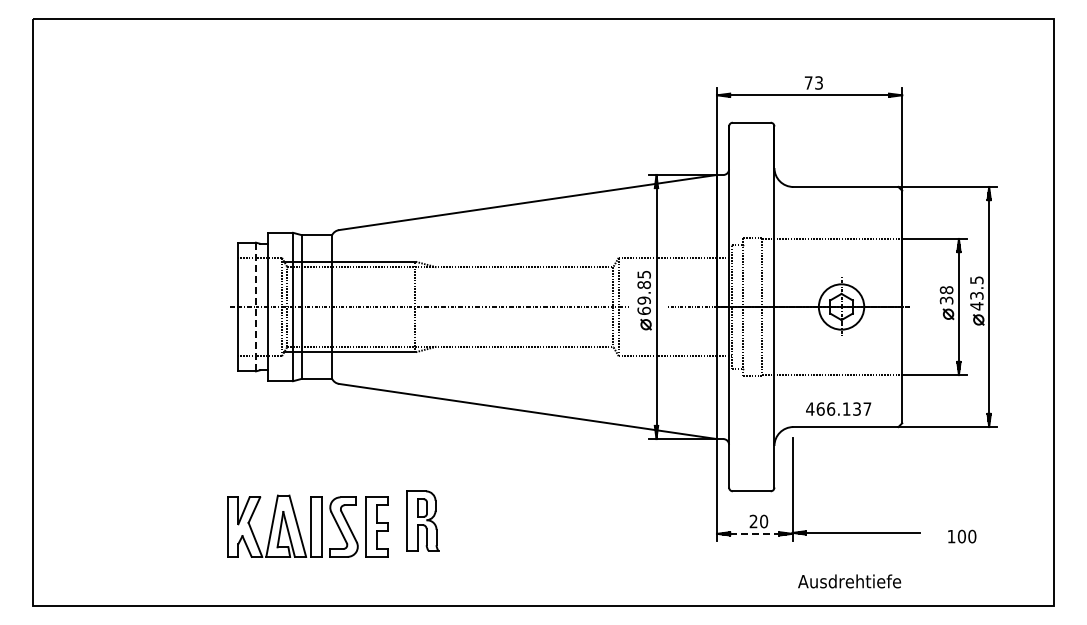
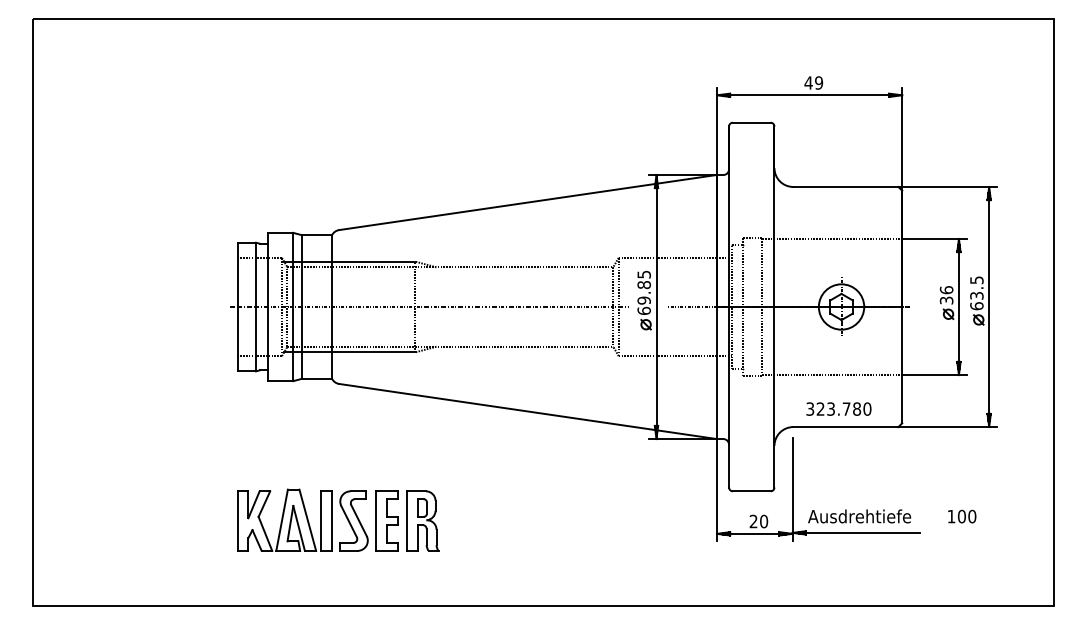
text at (813, 82): 73 -> 49
text at (946, 290): 38 -> 36
line at (256, 306): dashed -> solid
text at (976, 306): 43.5 -> 63.5
text at (838, 408): 466.137 -> 323.780
part at (307, 525) position: (307, 525) -> (317, 519)
line at (754, 533): dashed -> solid
text at (962, 536) position: (962, 536) -> (962, 516)
text at (849, 581) position: (849, 581) -> (859, 516)
